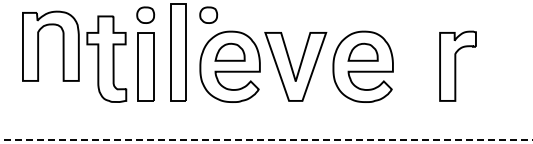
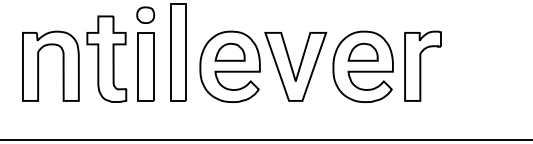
part at (208, 14): present -> none
part at (38, 45) position: (38, 45) -> (38, 65)
part at (457, 65) position: (457, 65) -> (422, 65)
line at (266, 139): dashed -> solid
